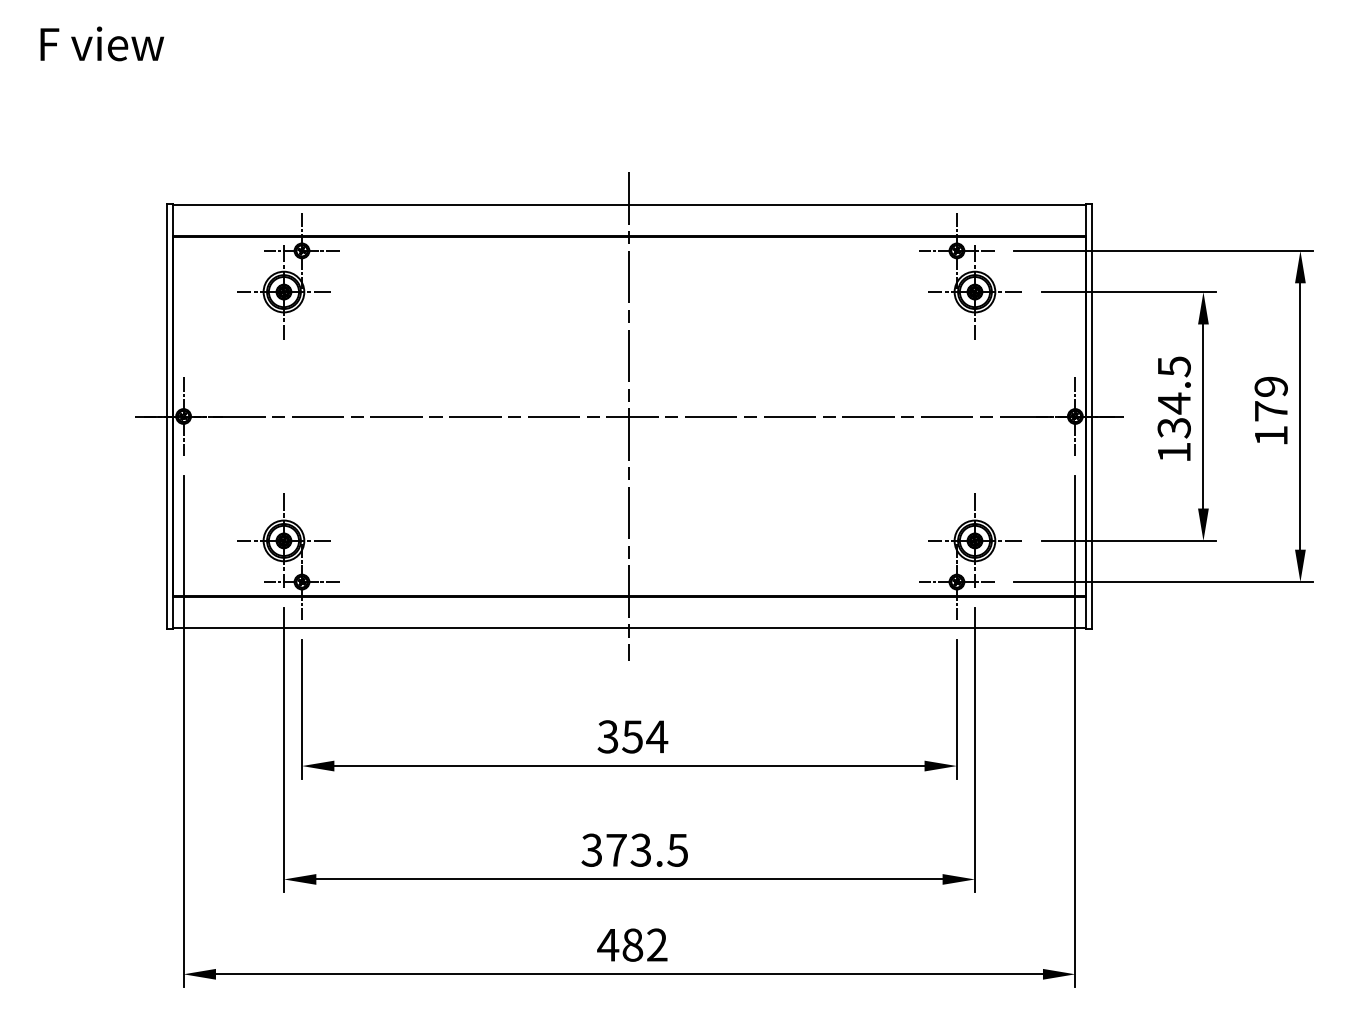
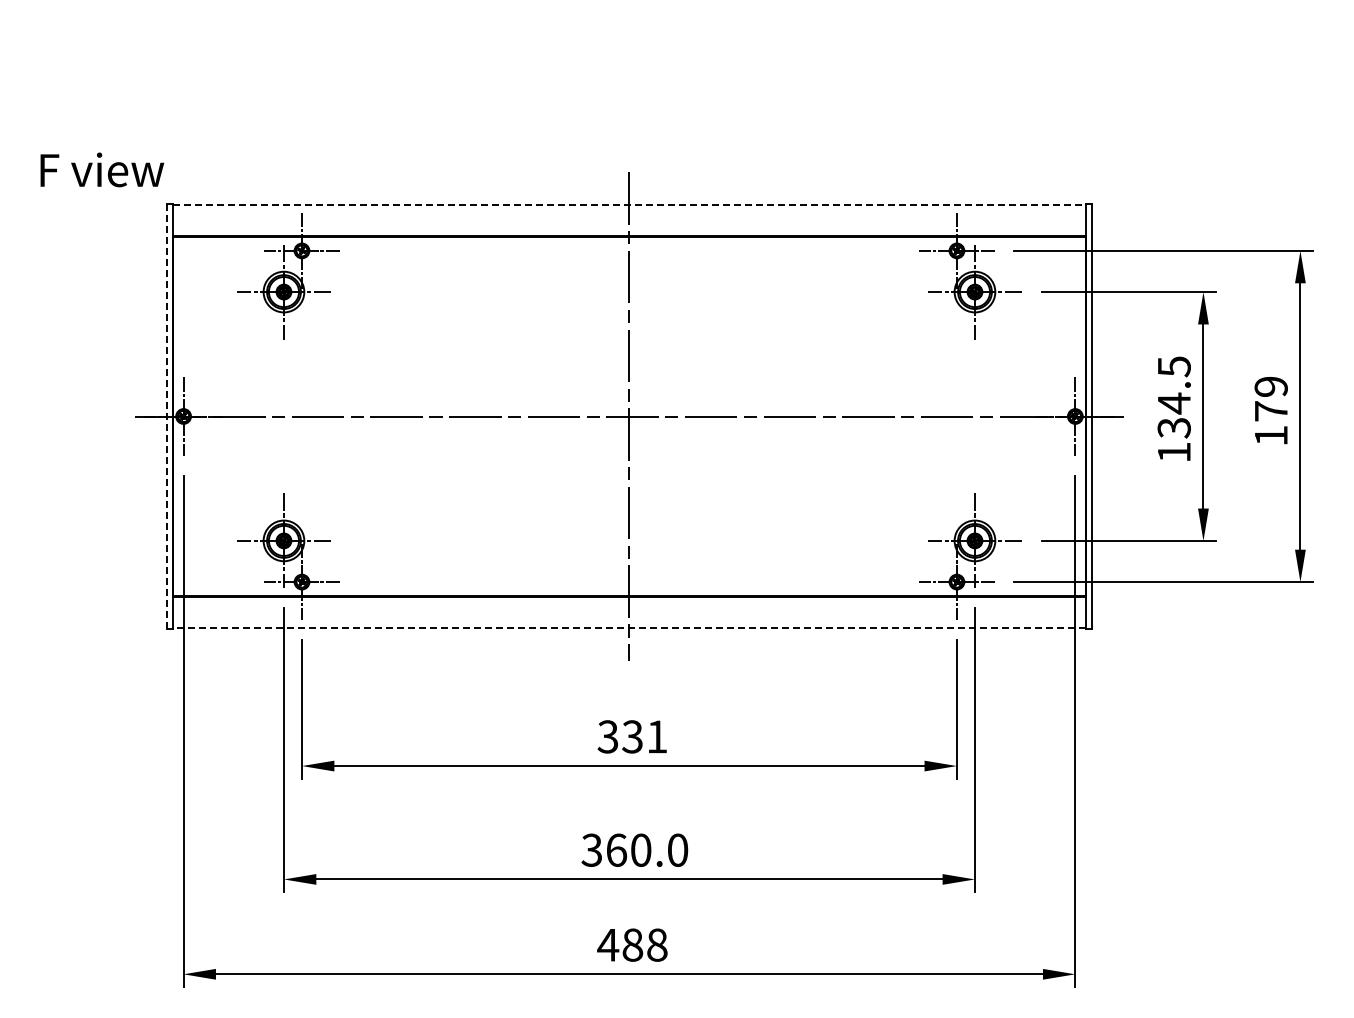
text at (102, 43) position: (102, 43) -> (102, 169)
line at (629, 204): solid -> dashed
line at (166, 416): solid -> dashed
line at (629, 628): solid -> dashed
text at (645, 736): 354 -> 331
text at (647, 849): 373.5 -> 360.0
text at (657, 944): 482 -> 488
